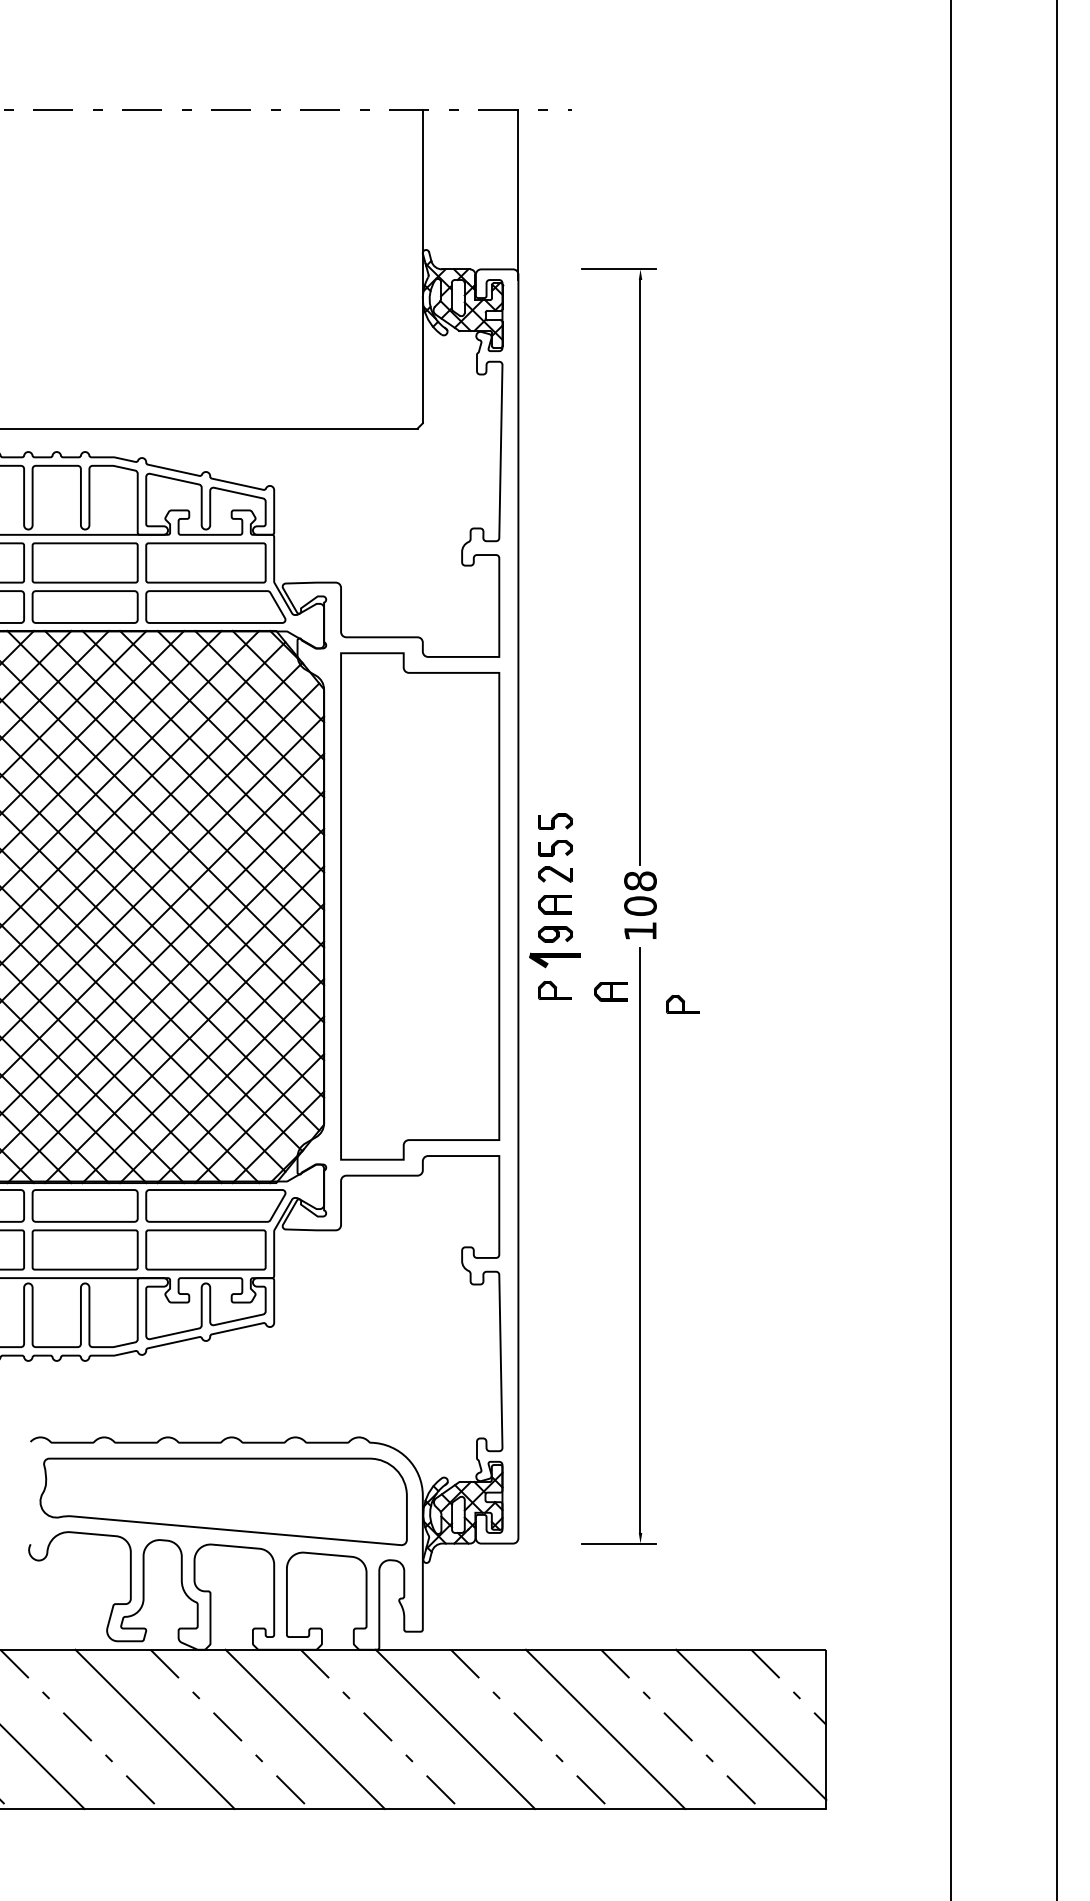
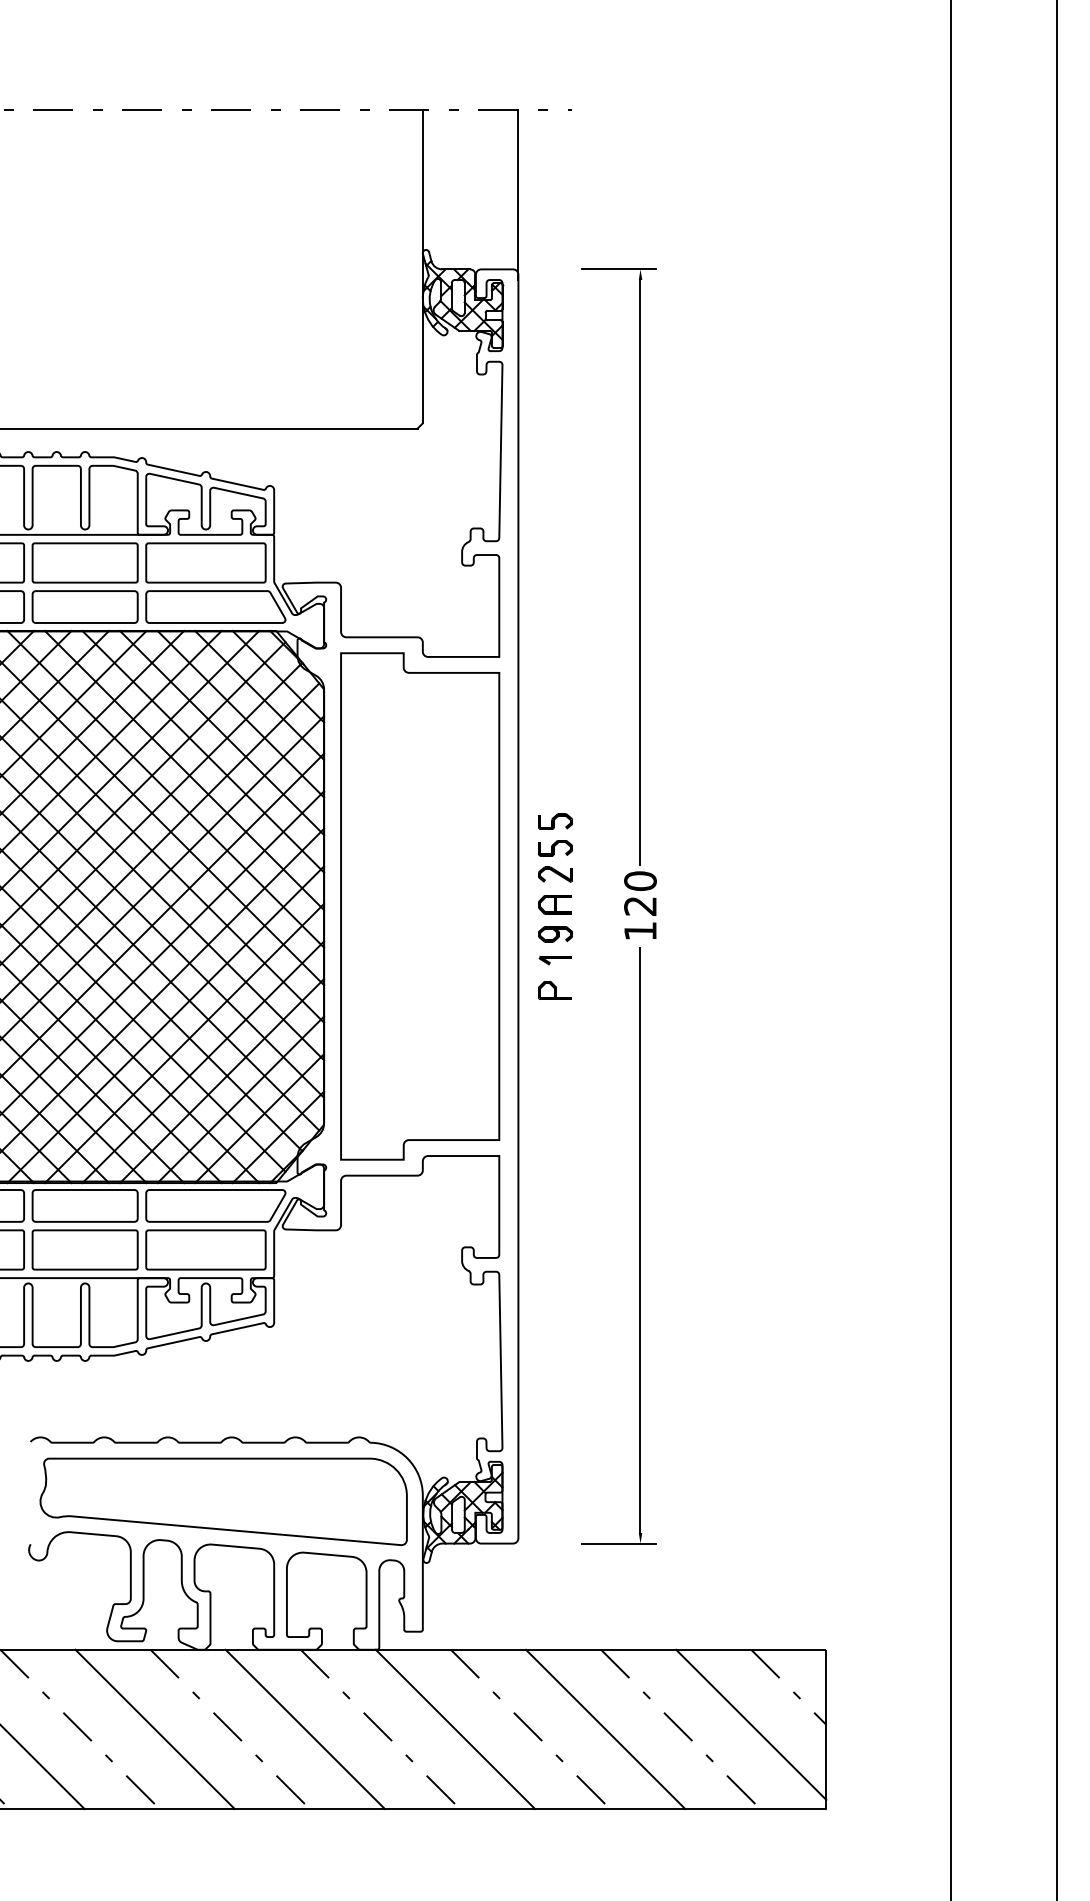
text at (640, 893): 108 -> 120
part at (554, 960) size: 52x17 px -> 34x10 px
part at (610, 991): present -> none
part at (682, 1004): present -> none
